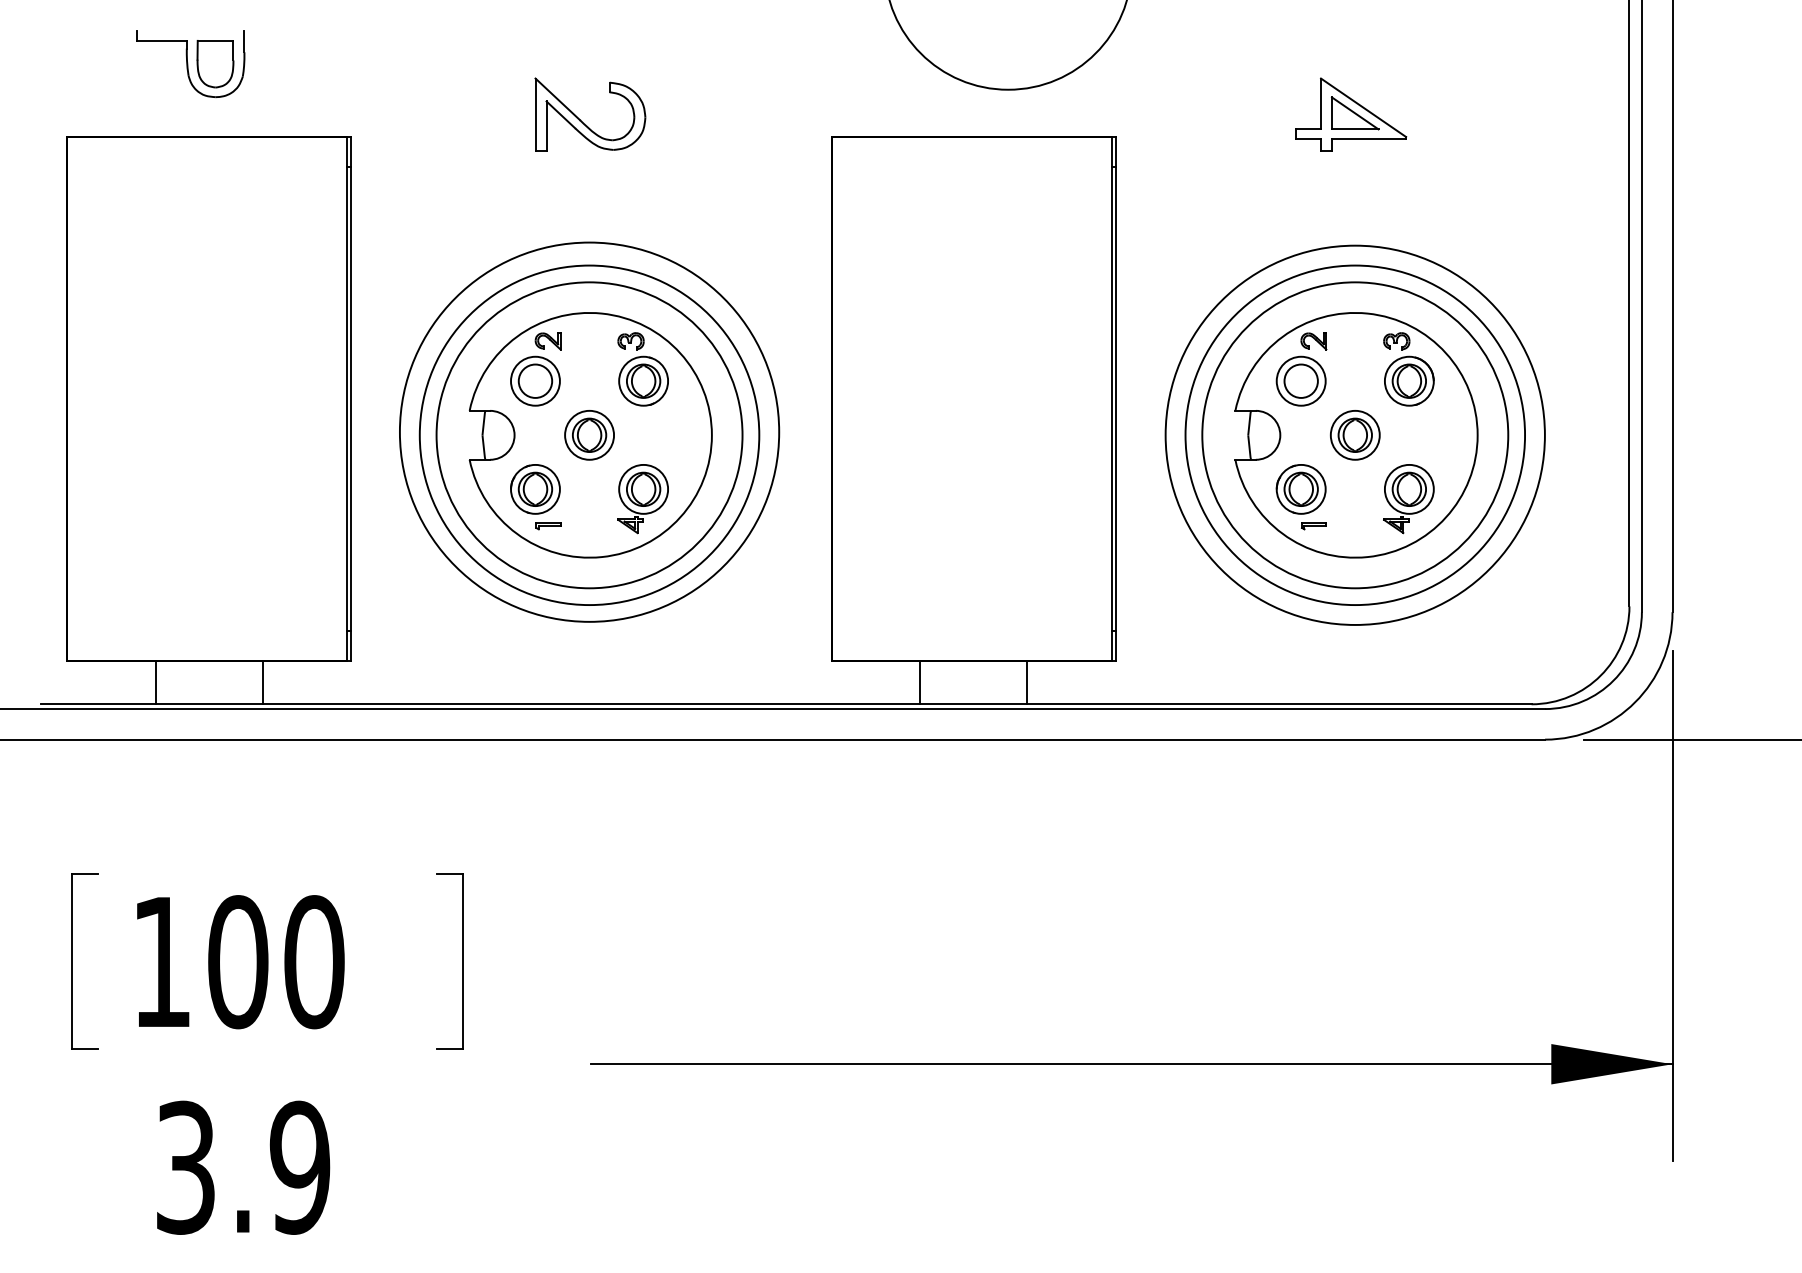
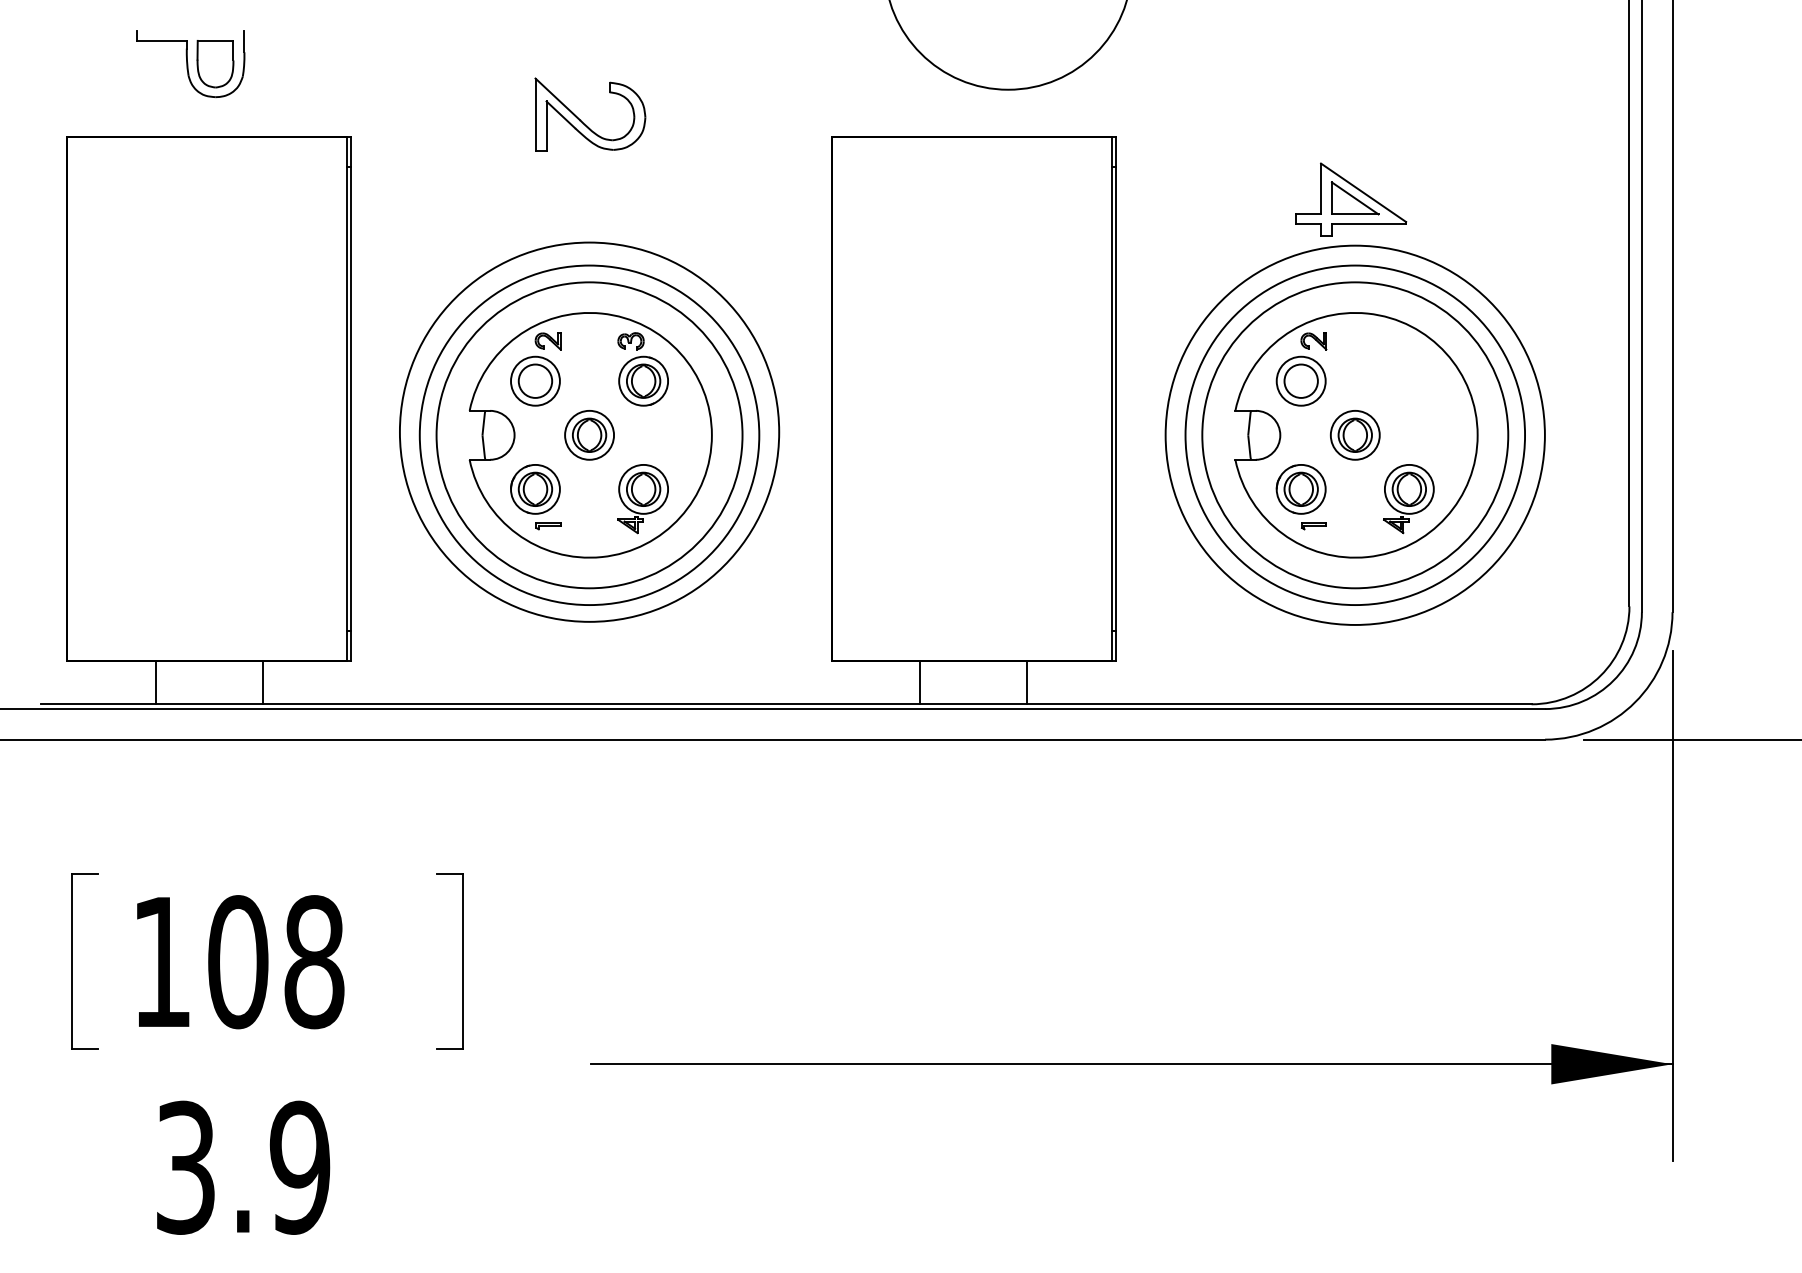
part at (1351, 114) position: (1351, 114) -> (1351, 199)
part at (1408, 369): present -> none
text at (314, 962): 100 -> 108
